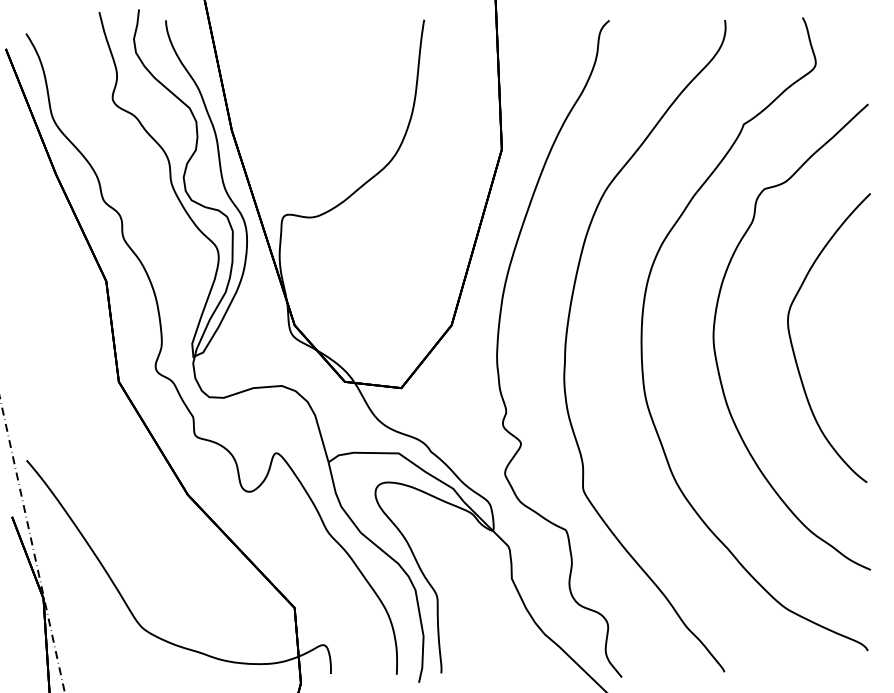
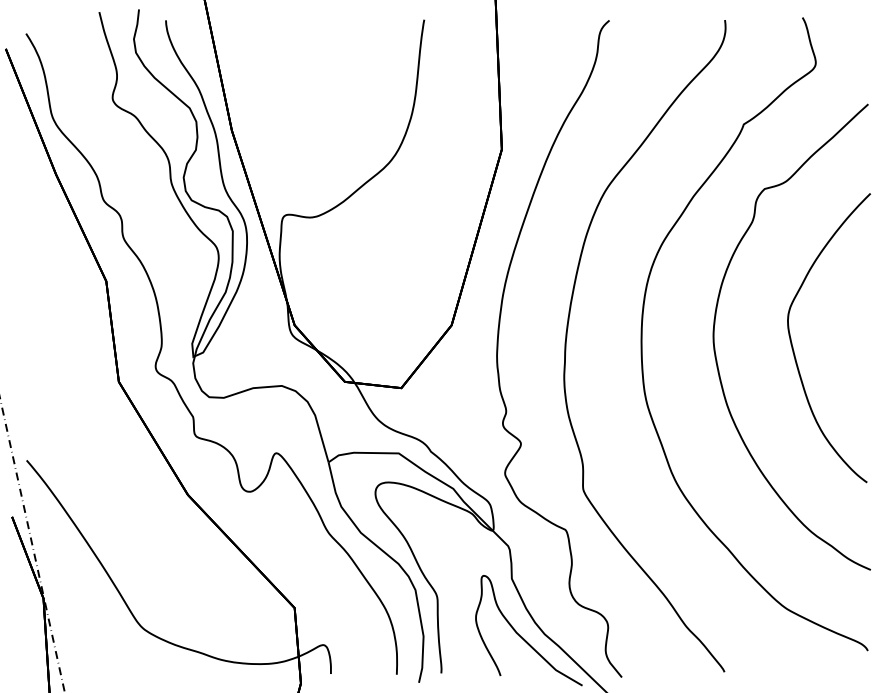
curve at (523, 637): none -> present
